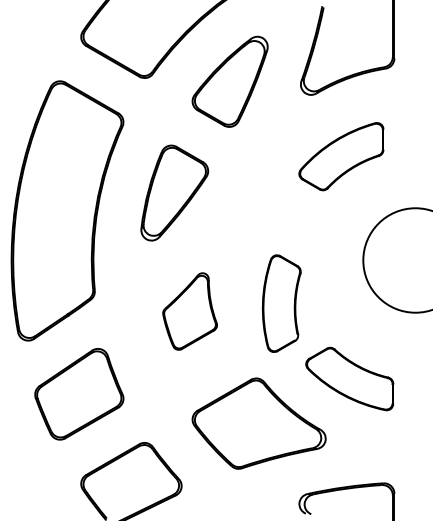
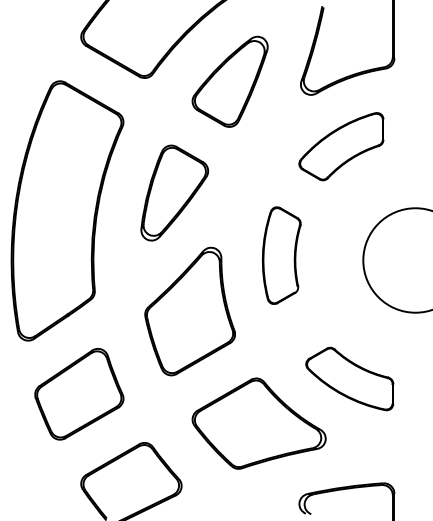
part at (341, 156) position: (341, 156) -> (341, 146)
part at (281, 303) position: (281, 303) -> (281, 255)
part at (189, 311) size: 56x79 px -> 92x131 px
